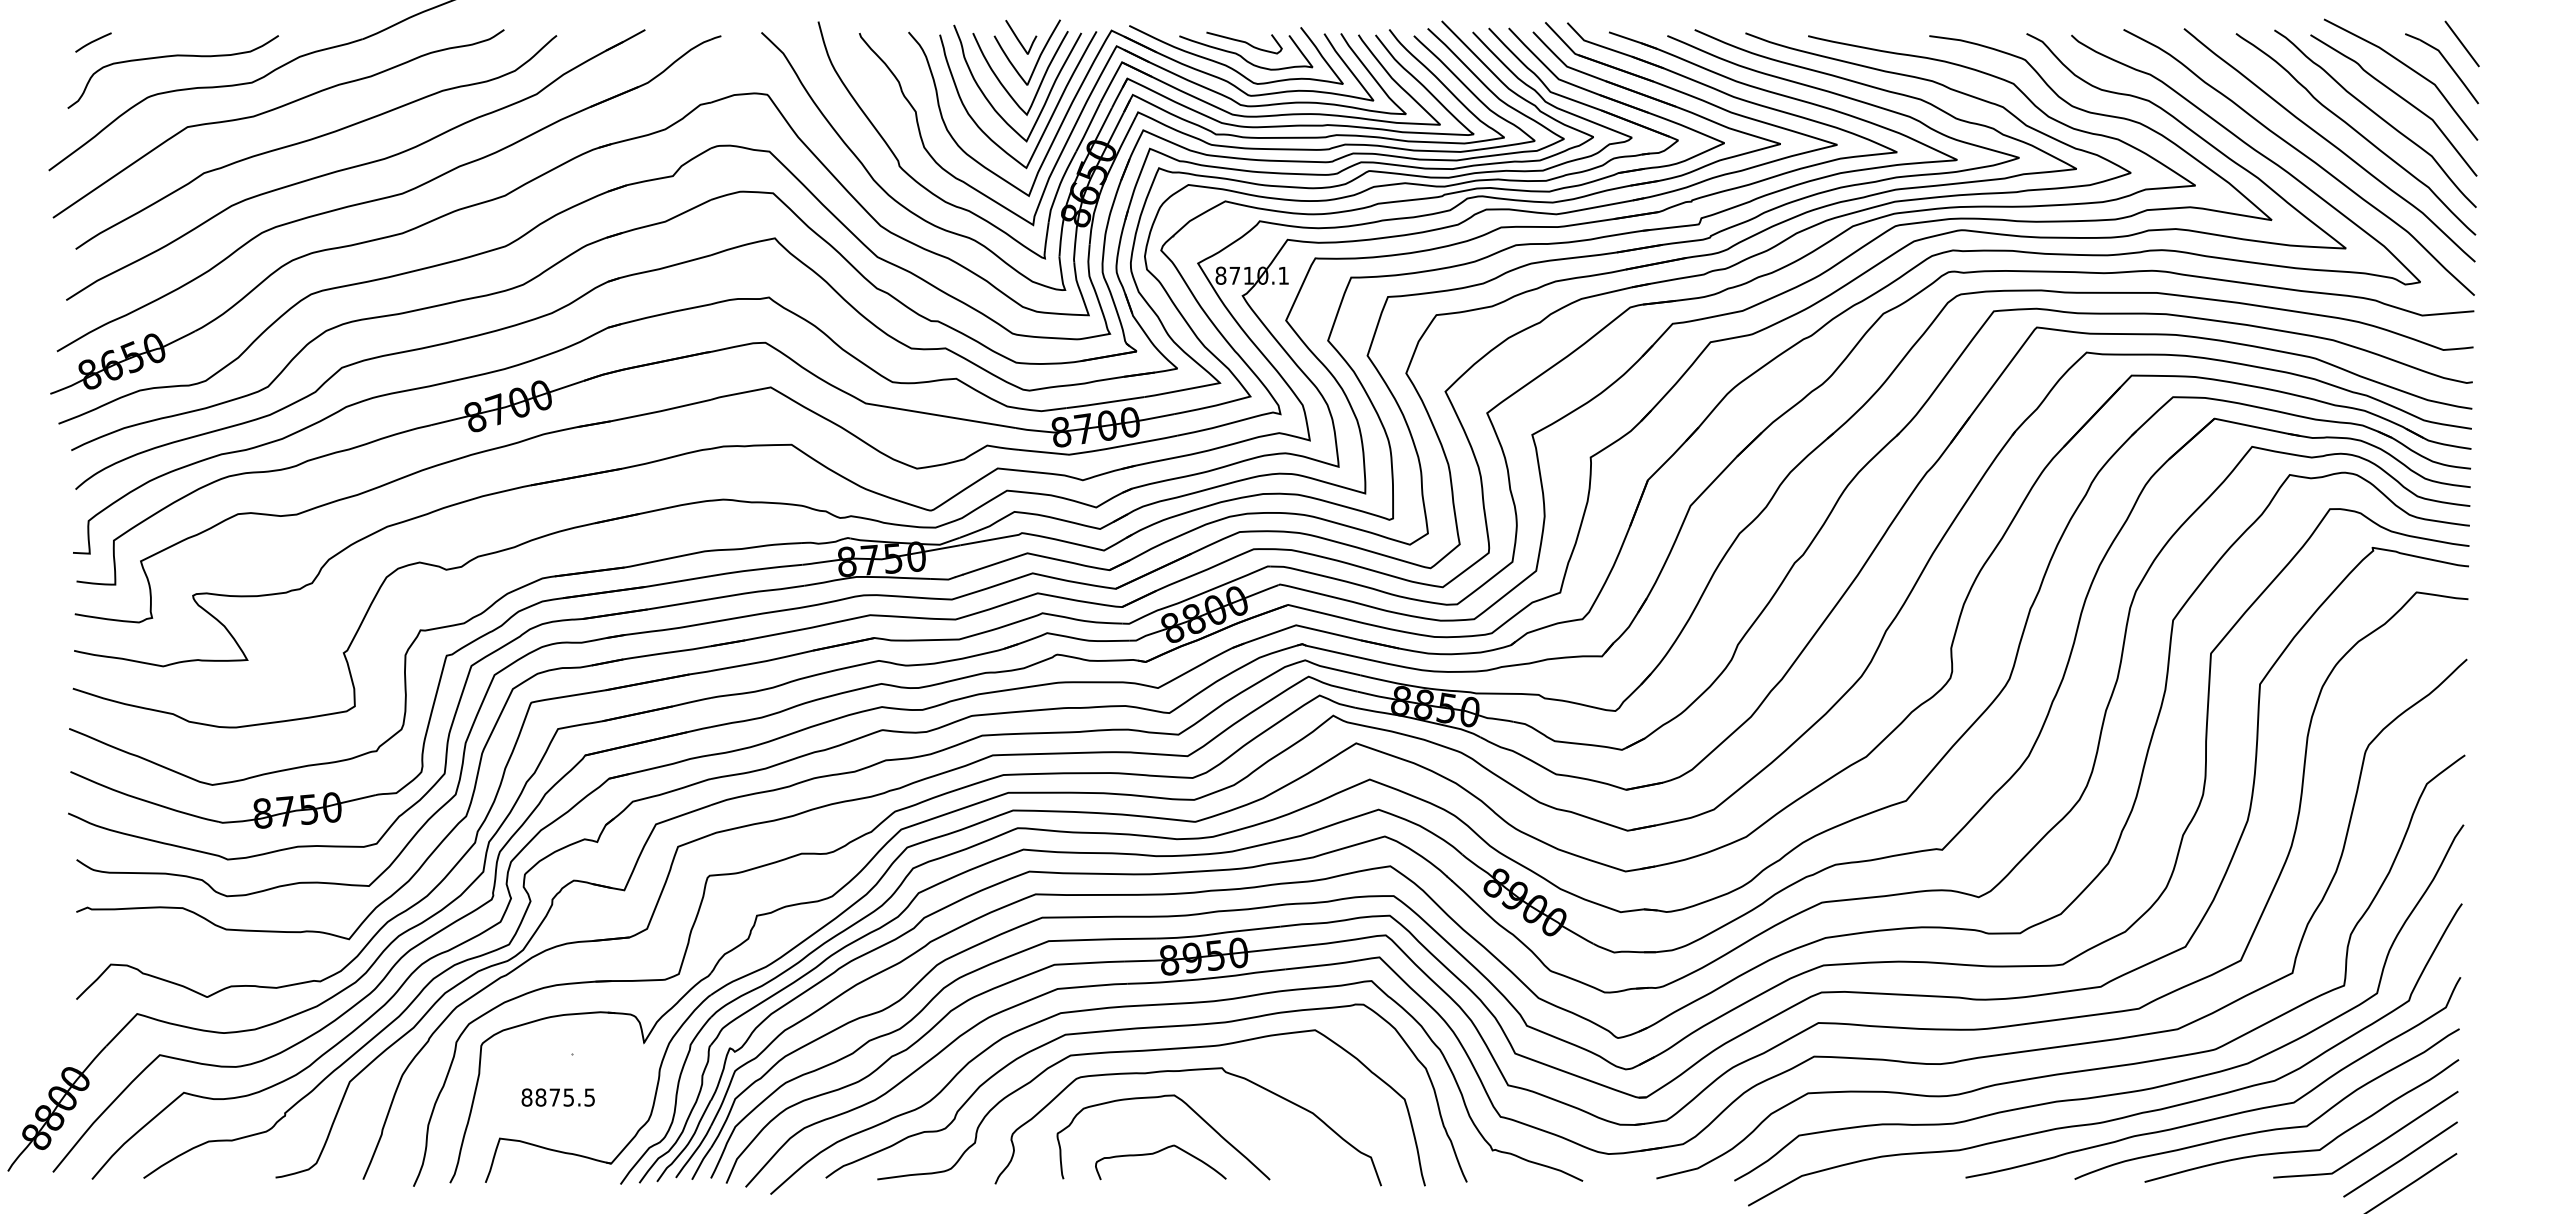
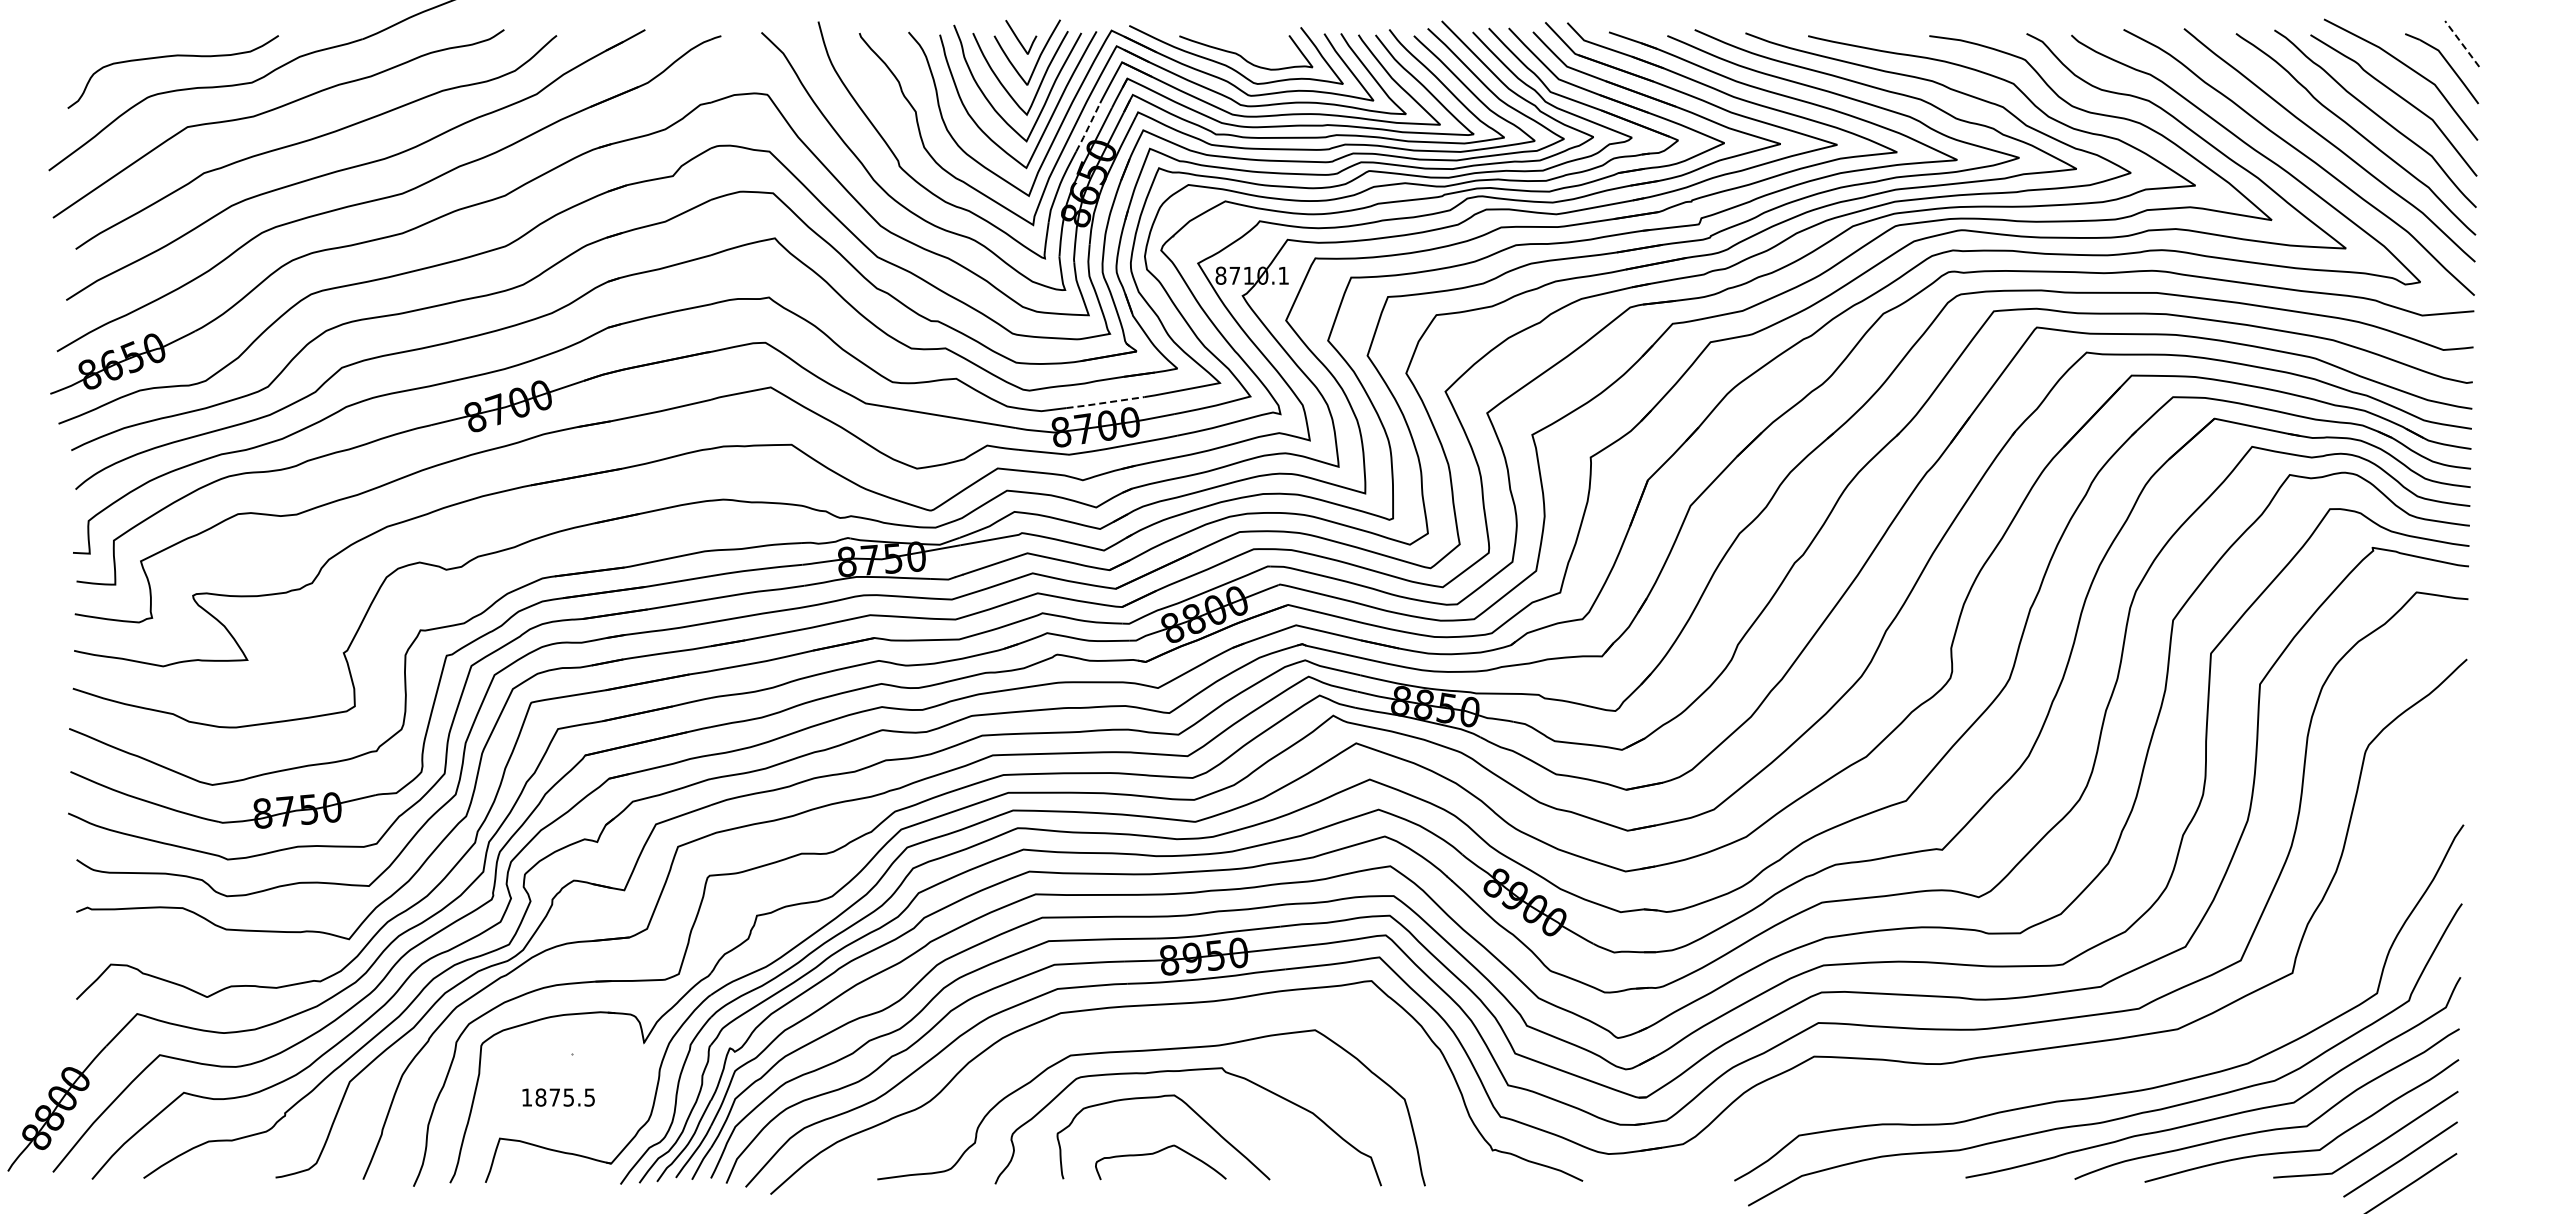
curve at (93, 42): present -> none
curve at (1244, 42): present -> none
line at (2462, 43): solid -> dashed
line at (1088, 128): solid -> dashed
line at (1103, 403): solid -> dashed
curve at (1140, 1029): present -> none
curve at (2076, 1070): present -> none
text at (526, 1097): 8875.5 -> 1875.5
